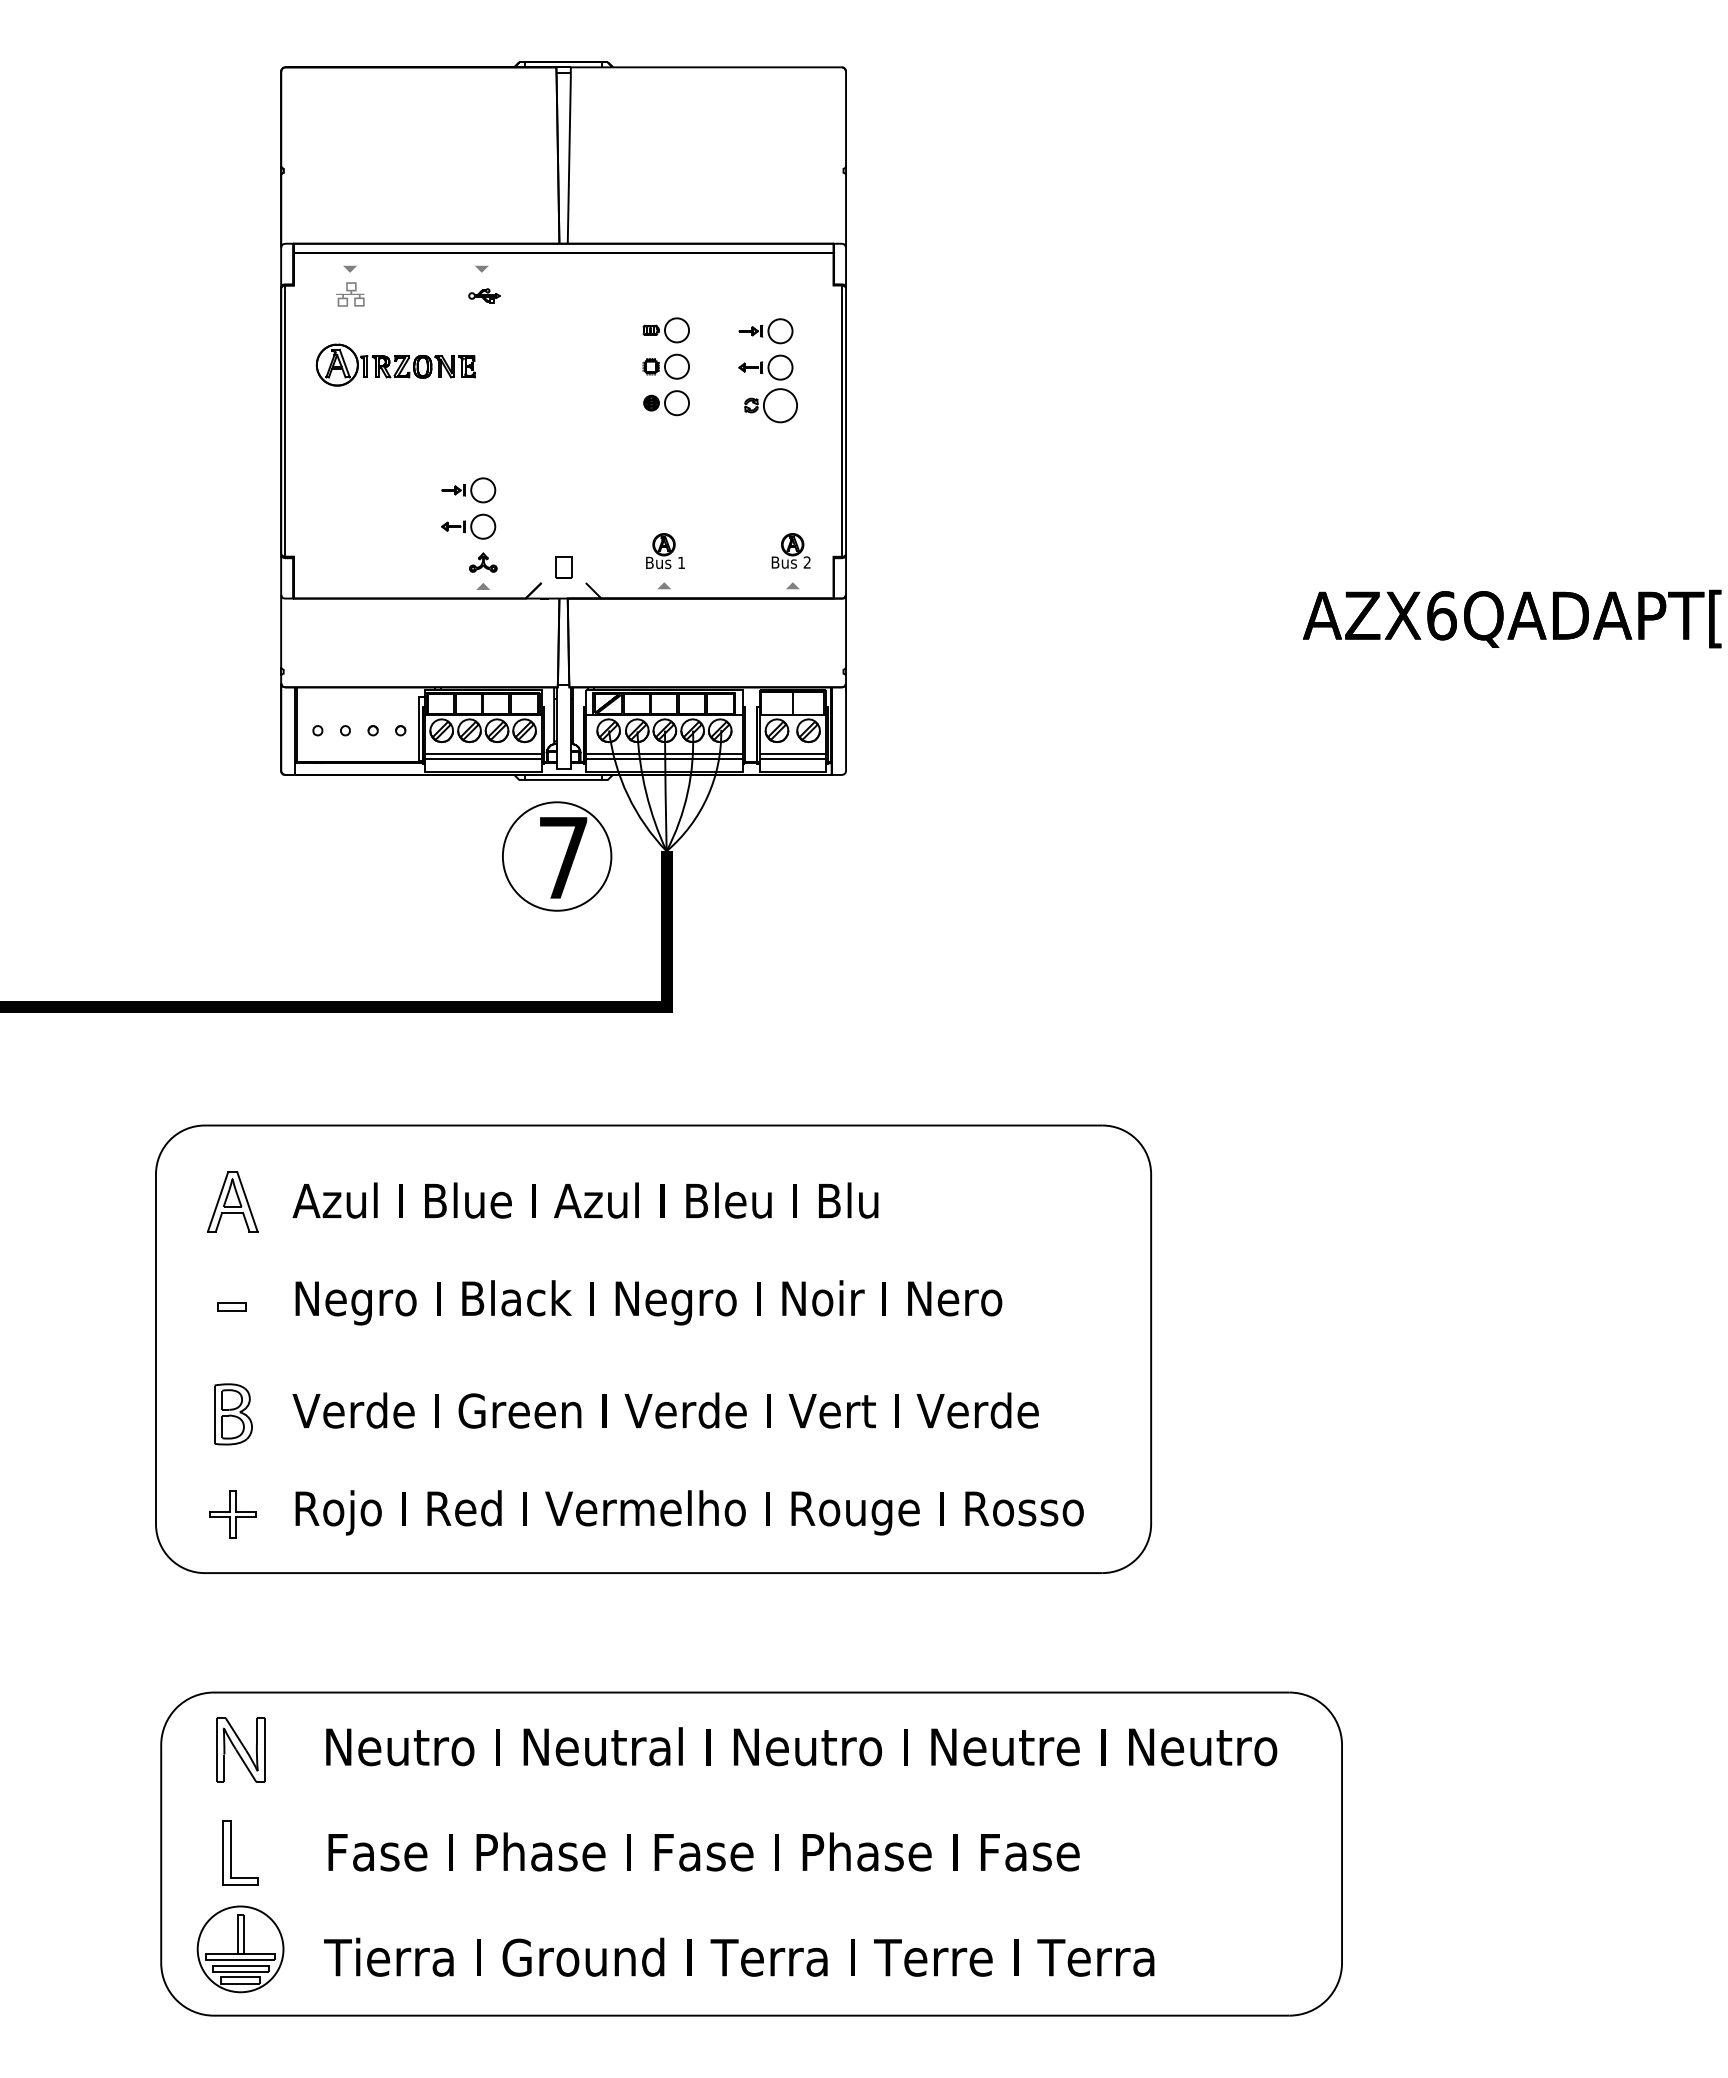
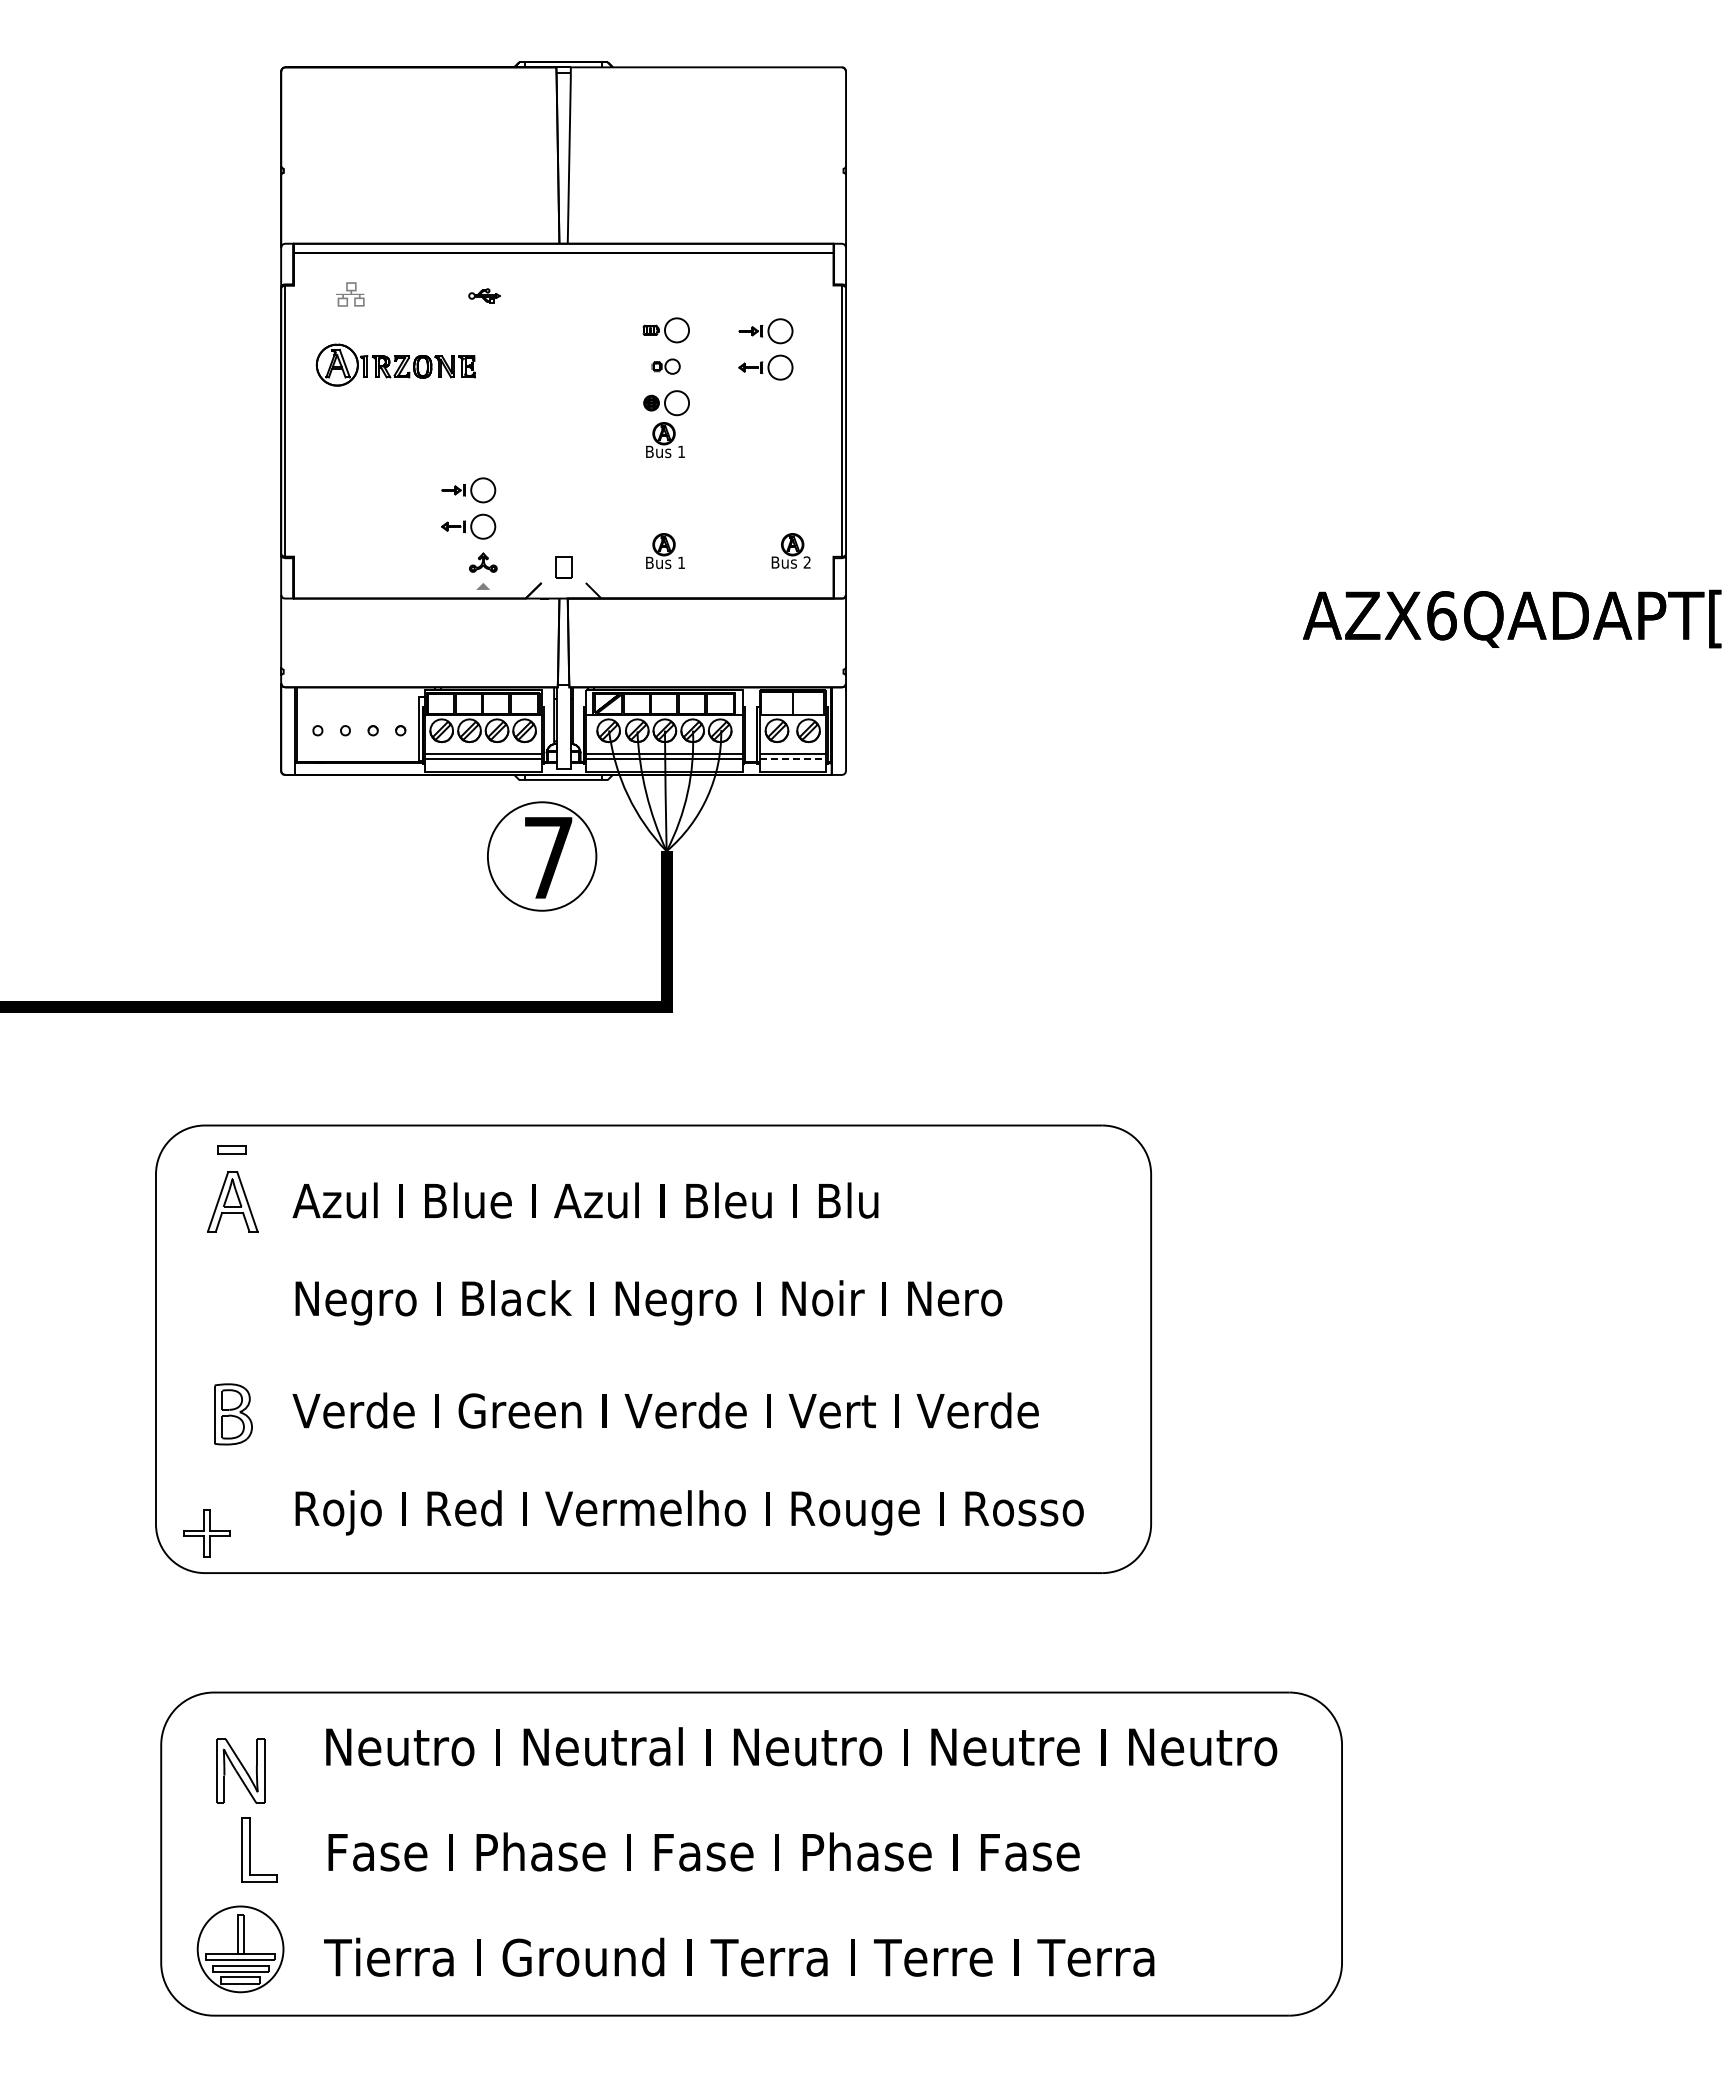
fill at (350, 268): present -> none
fill at (481, 268): present -> none
part at (665, 366) size: 48x27 px -> 30x17 px
part at (770, 405): present -> none
part at (665, 440): none -> present
fill at (664, 585): present -> none
fill at (792, 585): present -> none
line at (793, 759): solid -> dashed
part at (557, 856) position: (557, 856) -> (542, 856)
part at (231, 1306) position: (231, 1306) -> (231, 1149)
part at (232, 1514) position: (232, 1514) -> (206, 1533)
part at (240, 1749) position: (240, 1749) -> (240, 1770)
part at (231, 1852) position: (231, 1852) -> (250, 1849)
